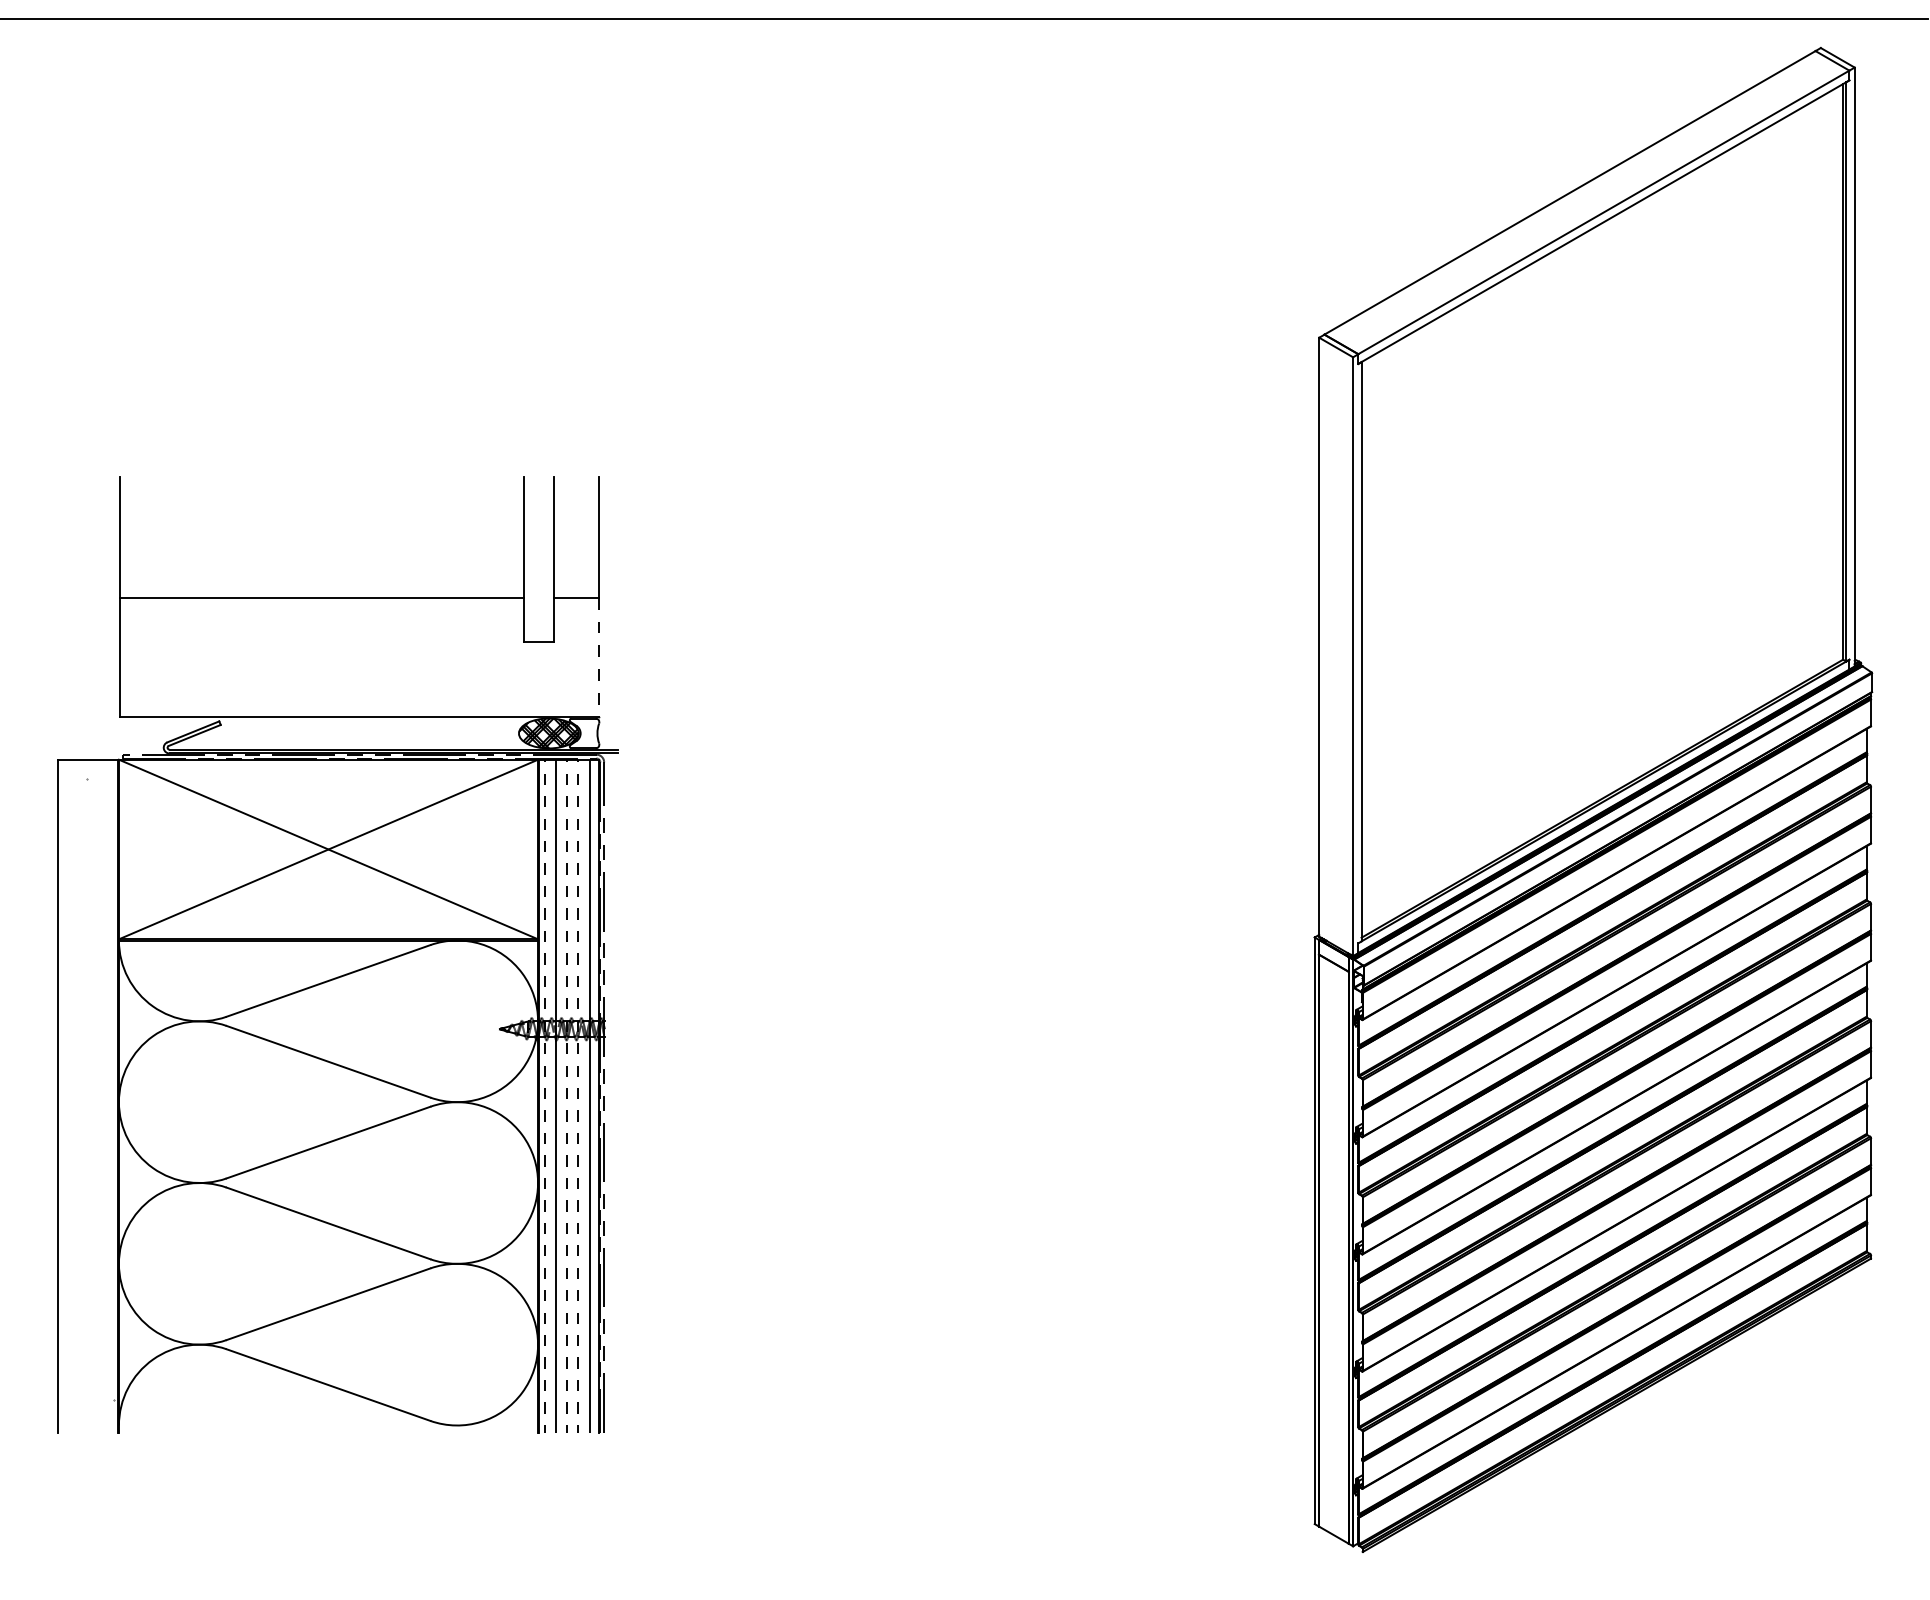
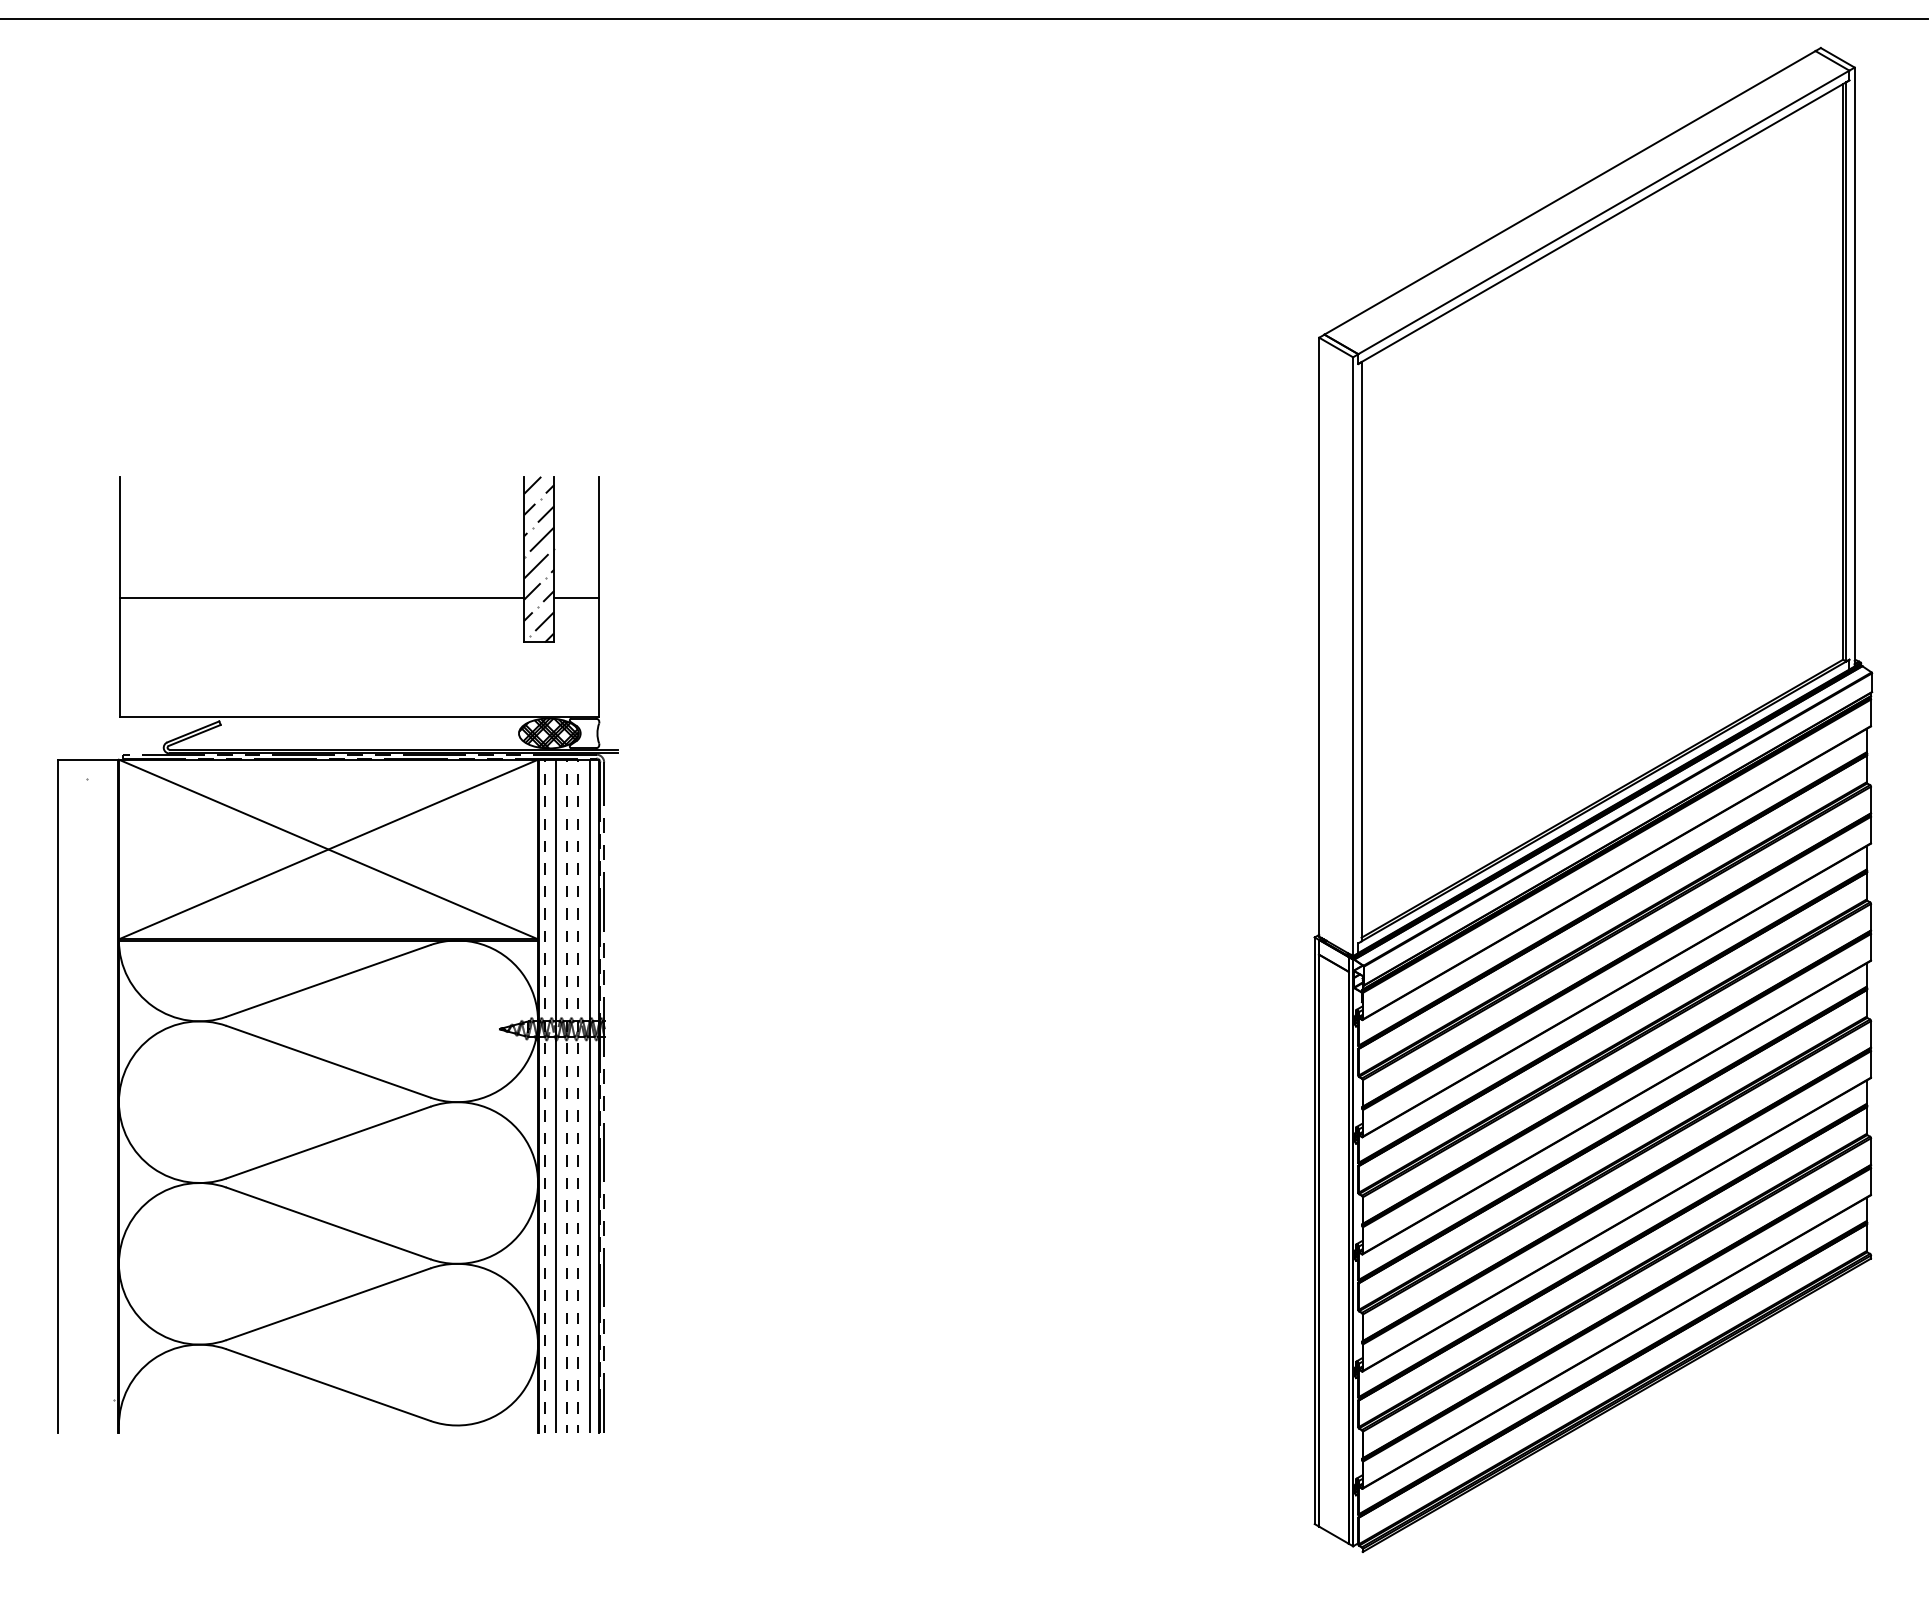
hatch at (539, 559): none -> present
line at (599, 657): dashed -> solid
